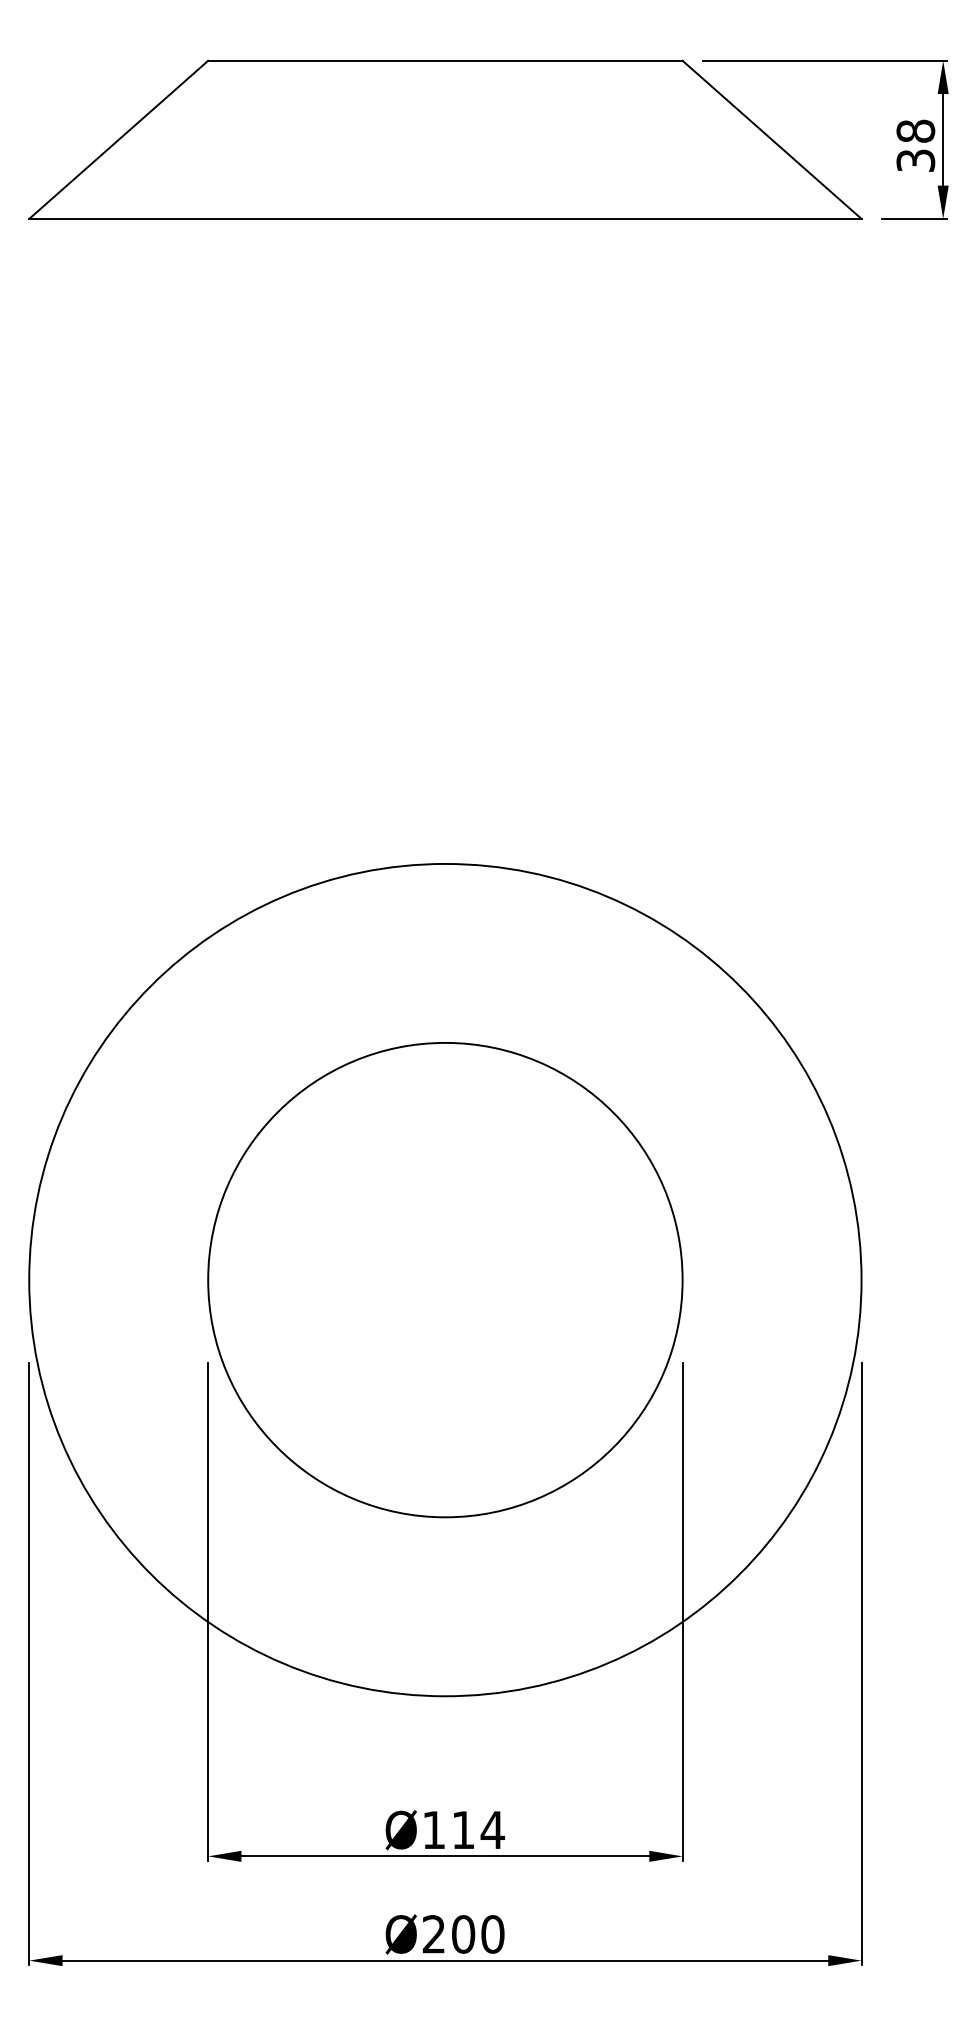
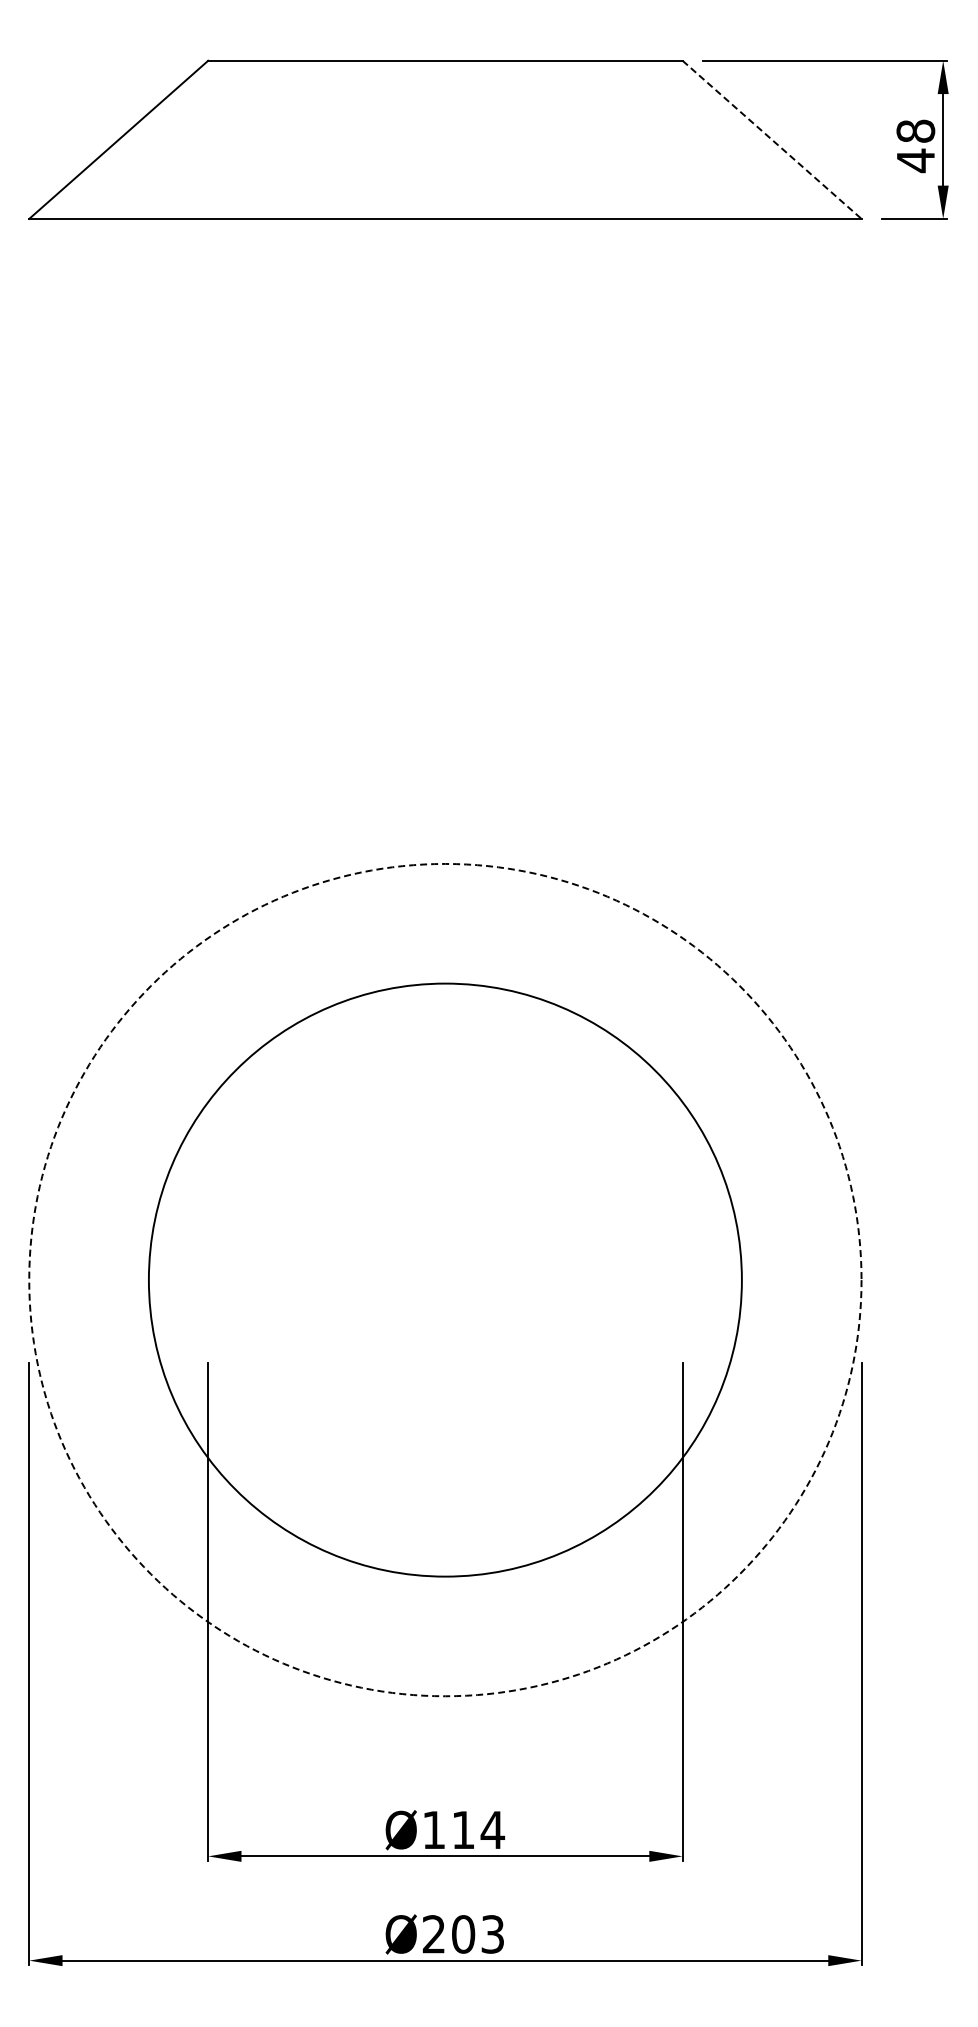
line at (772, 140): solid -> dashed
text at (915, 160): 38 -> 48
circle at (445, 1279) diameter: 474 px -> 593 px
circle at (445, 1279): solid -> dashed
text at (492, 1934): Ø200 -> Ø203
